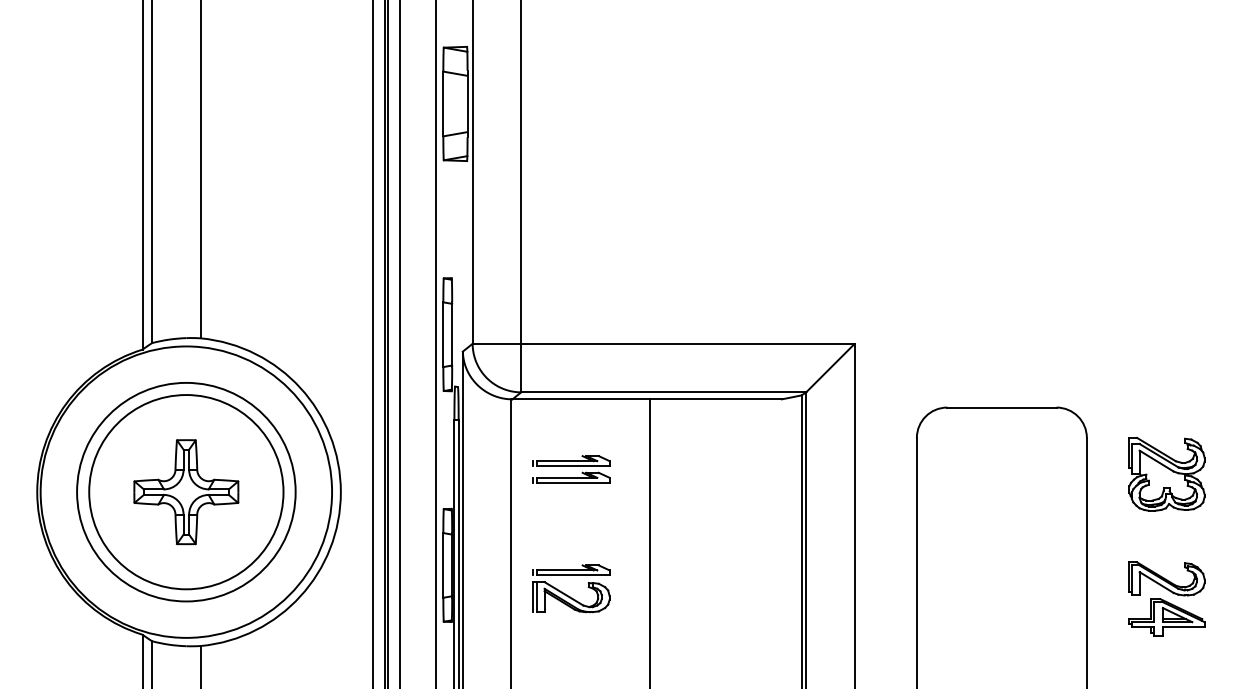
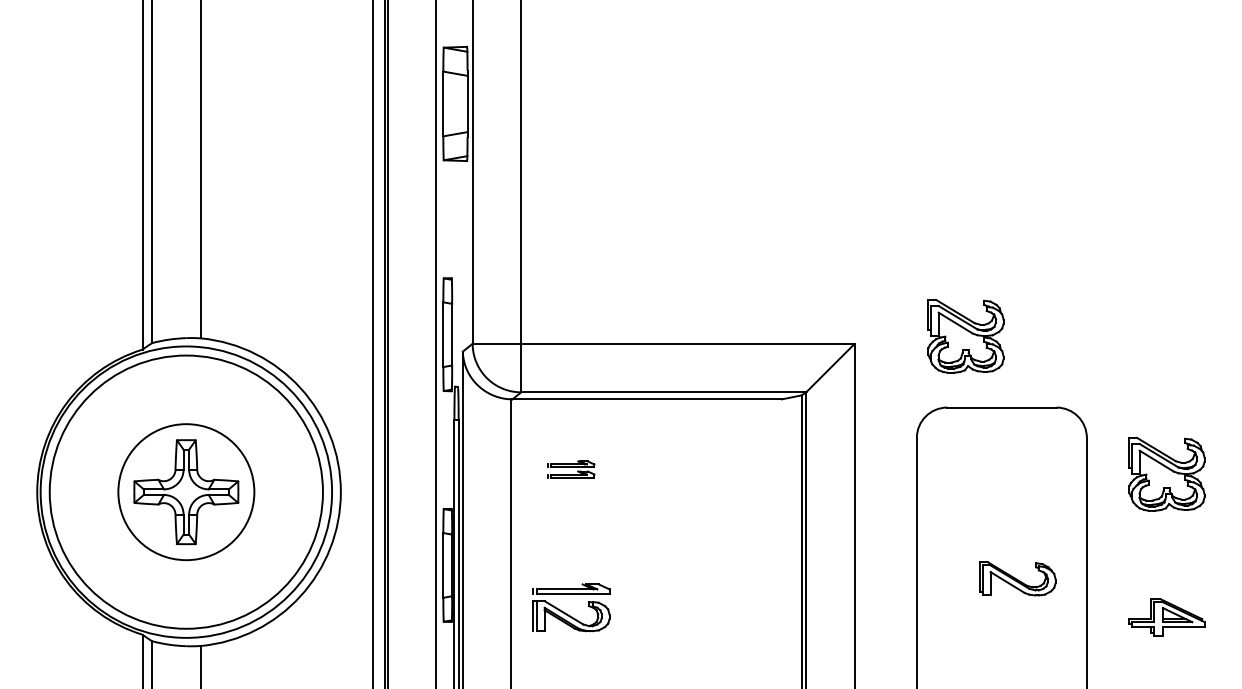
part at (965, 336): none -> present
line at (400, 343): present -> none
part at (571, 469) size: 79x29 px -> 49x19 px
circle at (186, 491) diameter: 219 px -> 273 px
circle at (186, 492) diameter: 194 px -> 136 px
line at (649, 542): present -> none
part at (1166, 578) position: (1166, 578) -> (1017, 578)
part at (567, 594) position: (567, 594) -> (567, 613)
